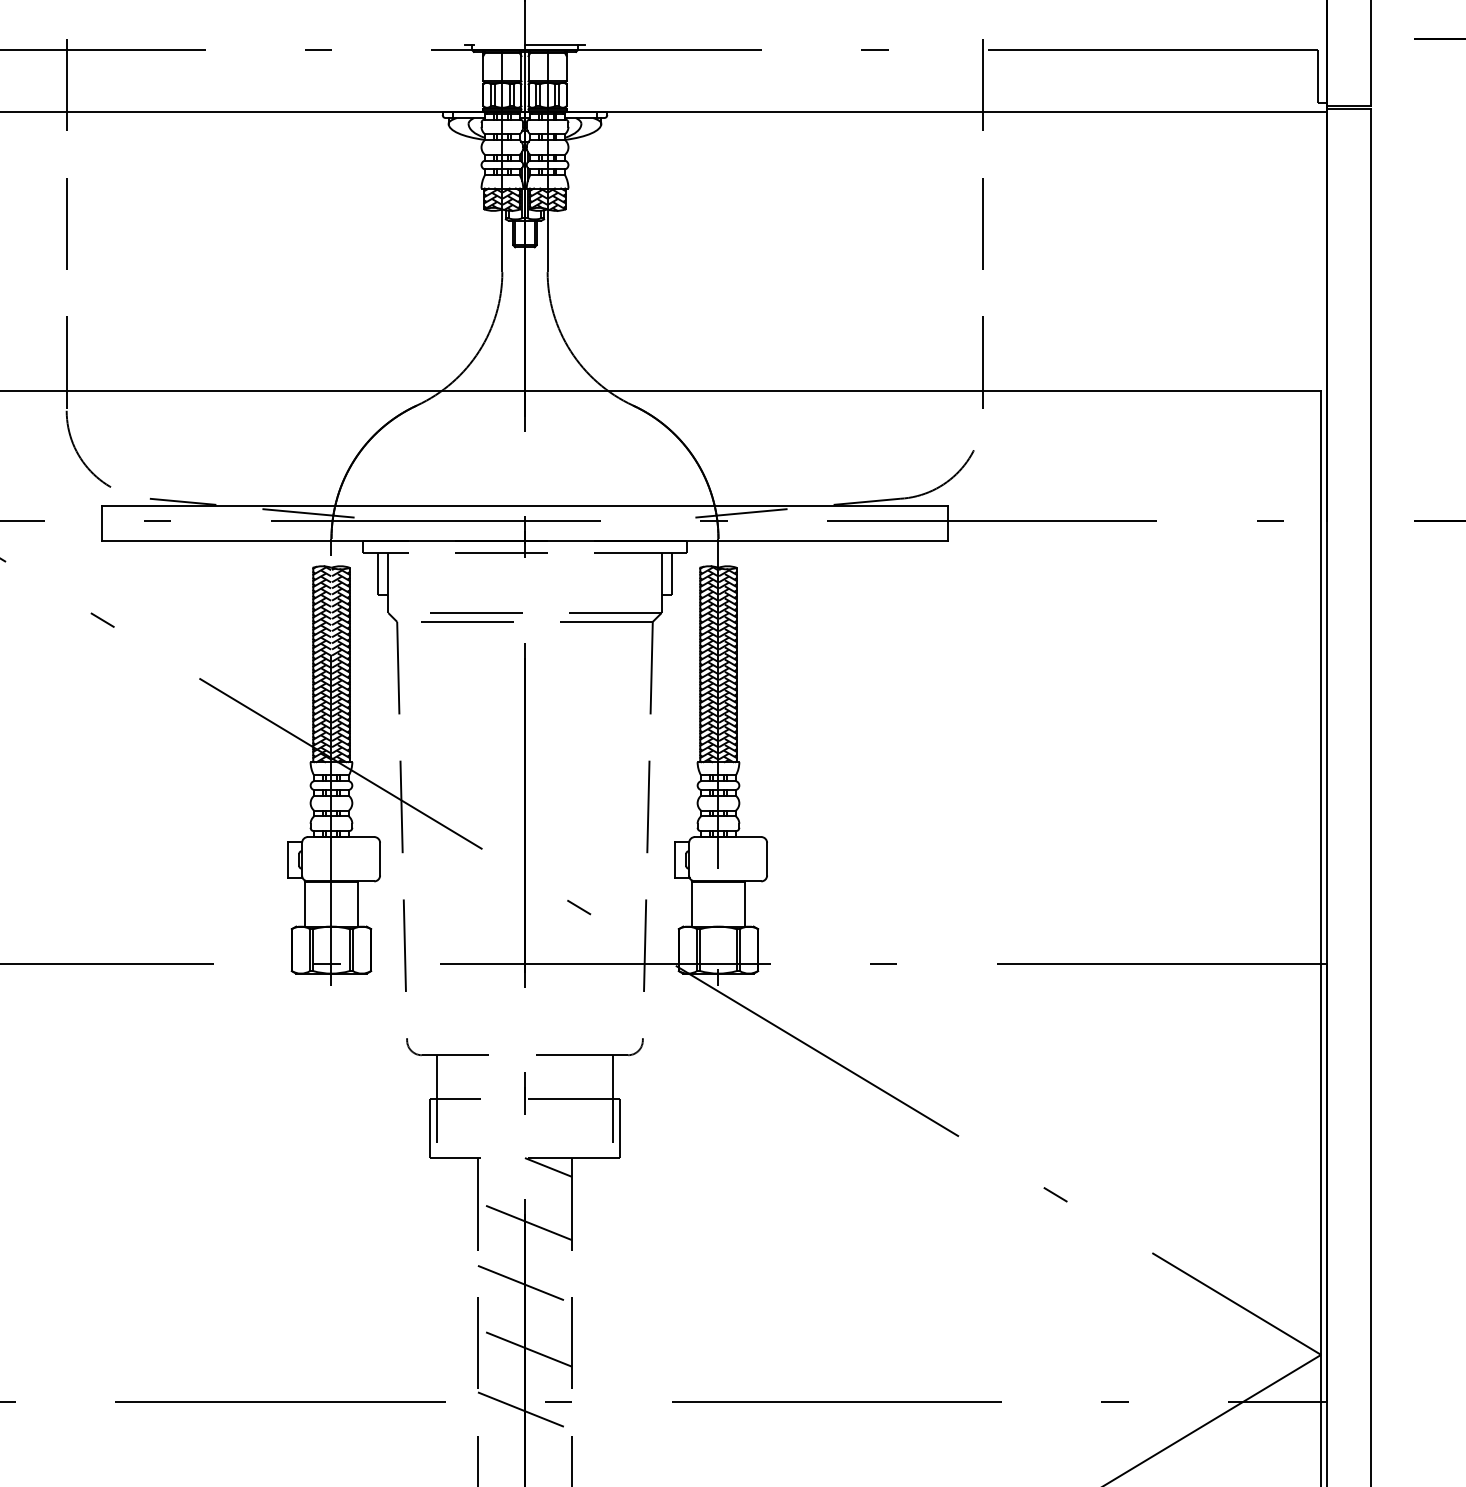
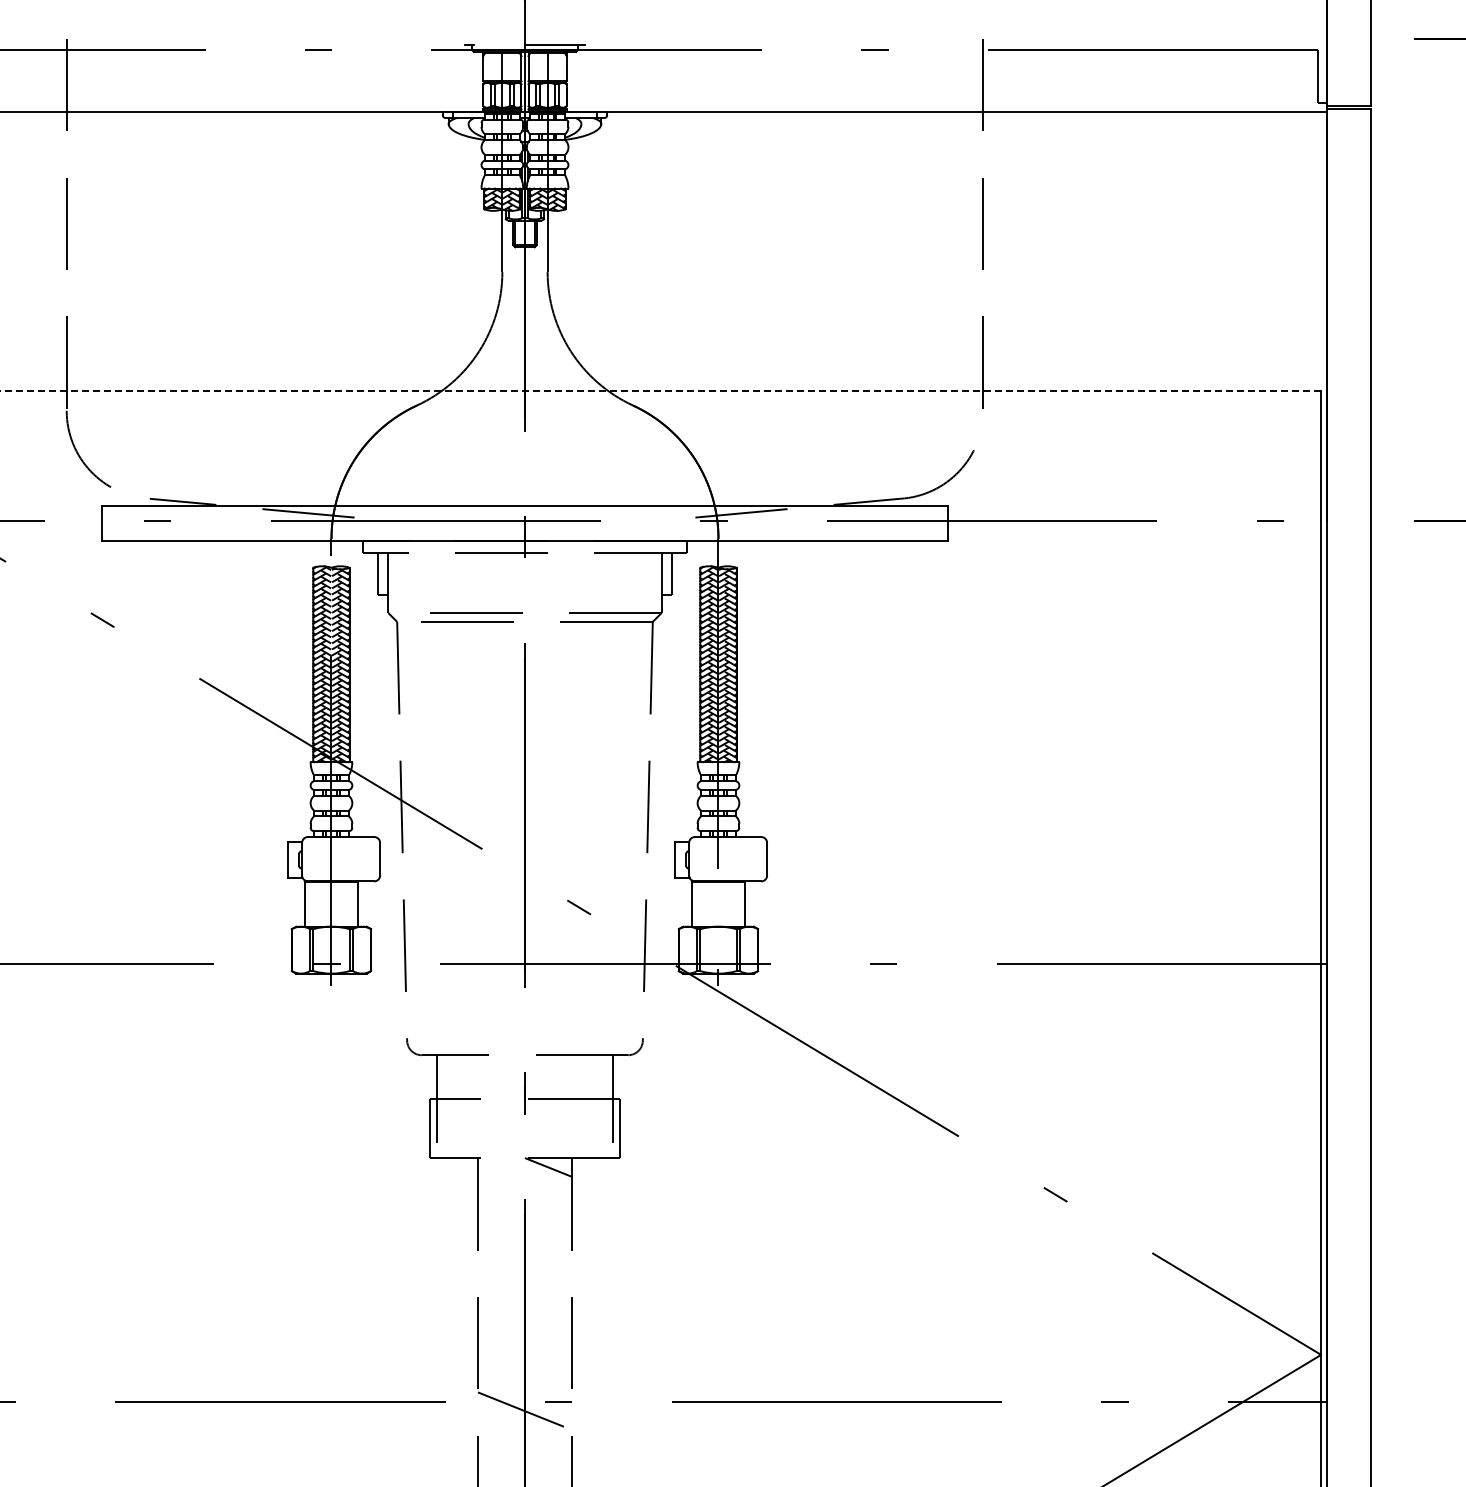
line at (660, 391): solid -> dashed
line at (524, 1221): present -> none
line at (524, 1284): present -> none
line at (524, 1347): present -> none
